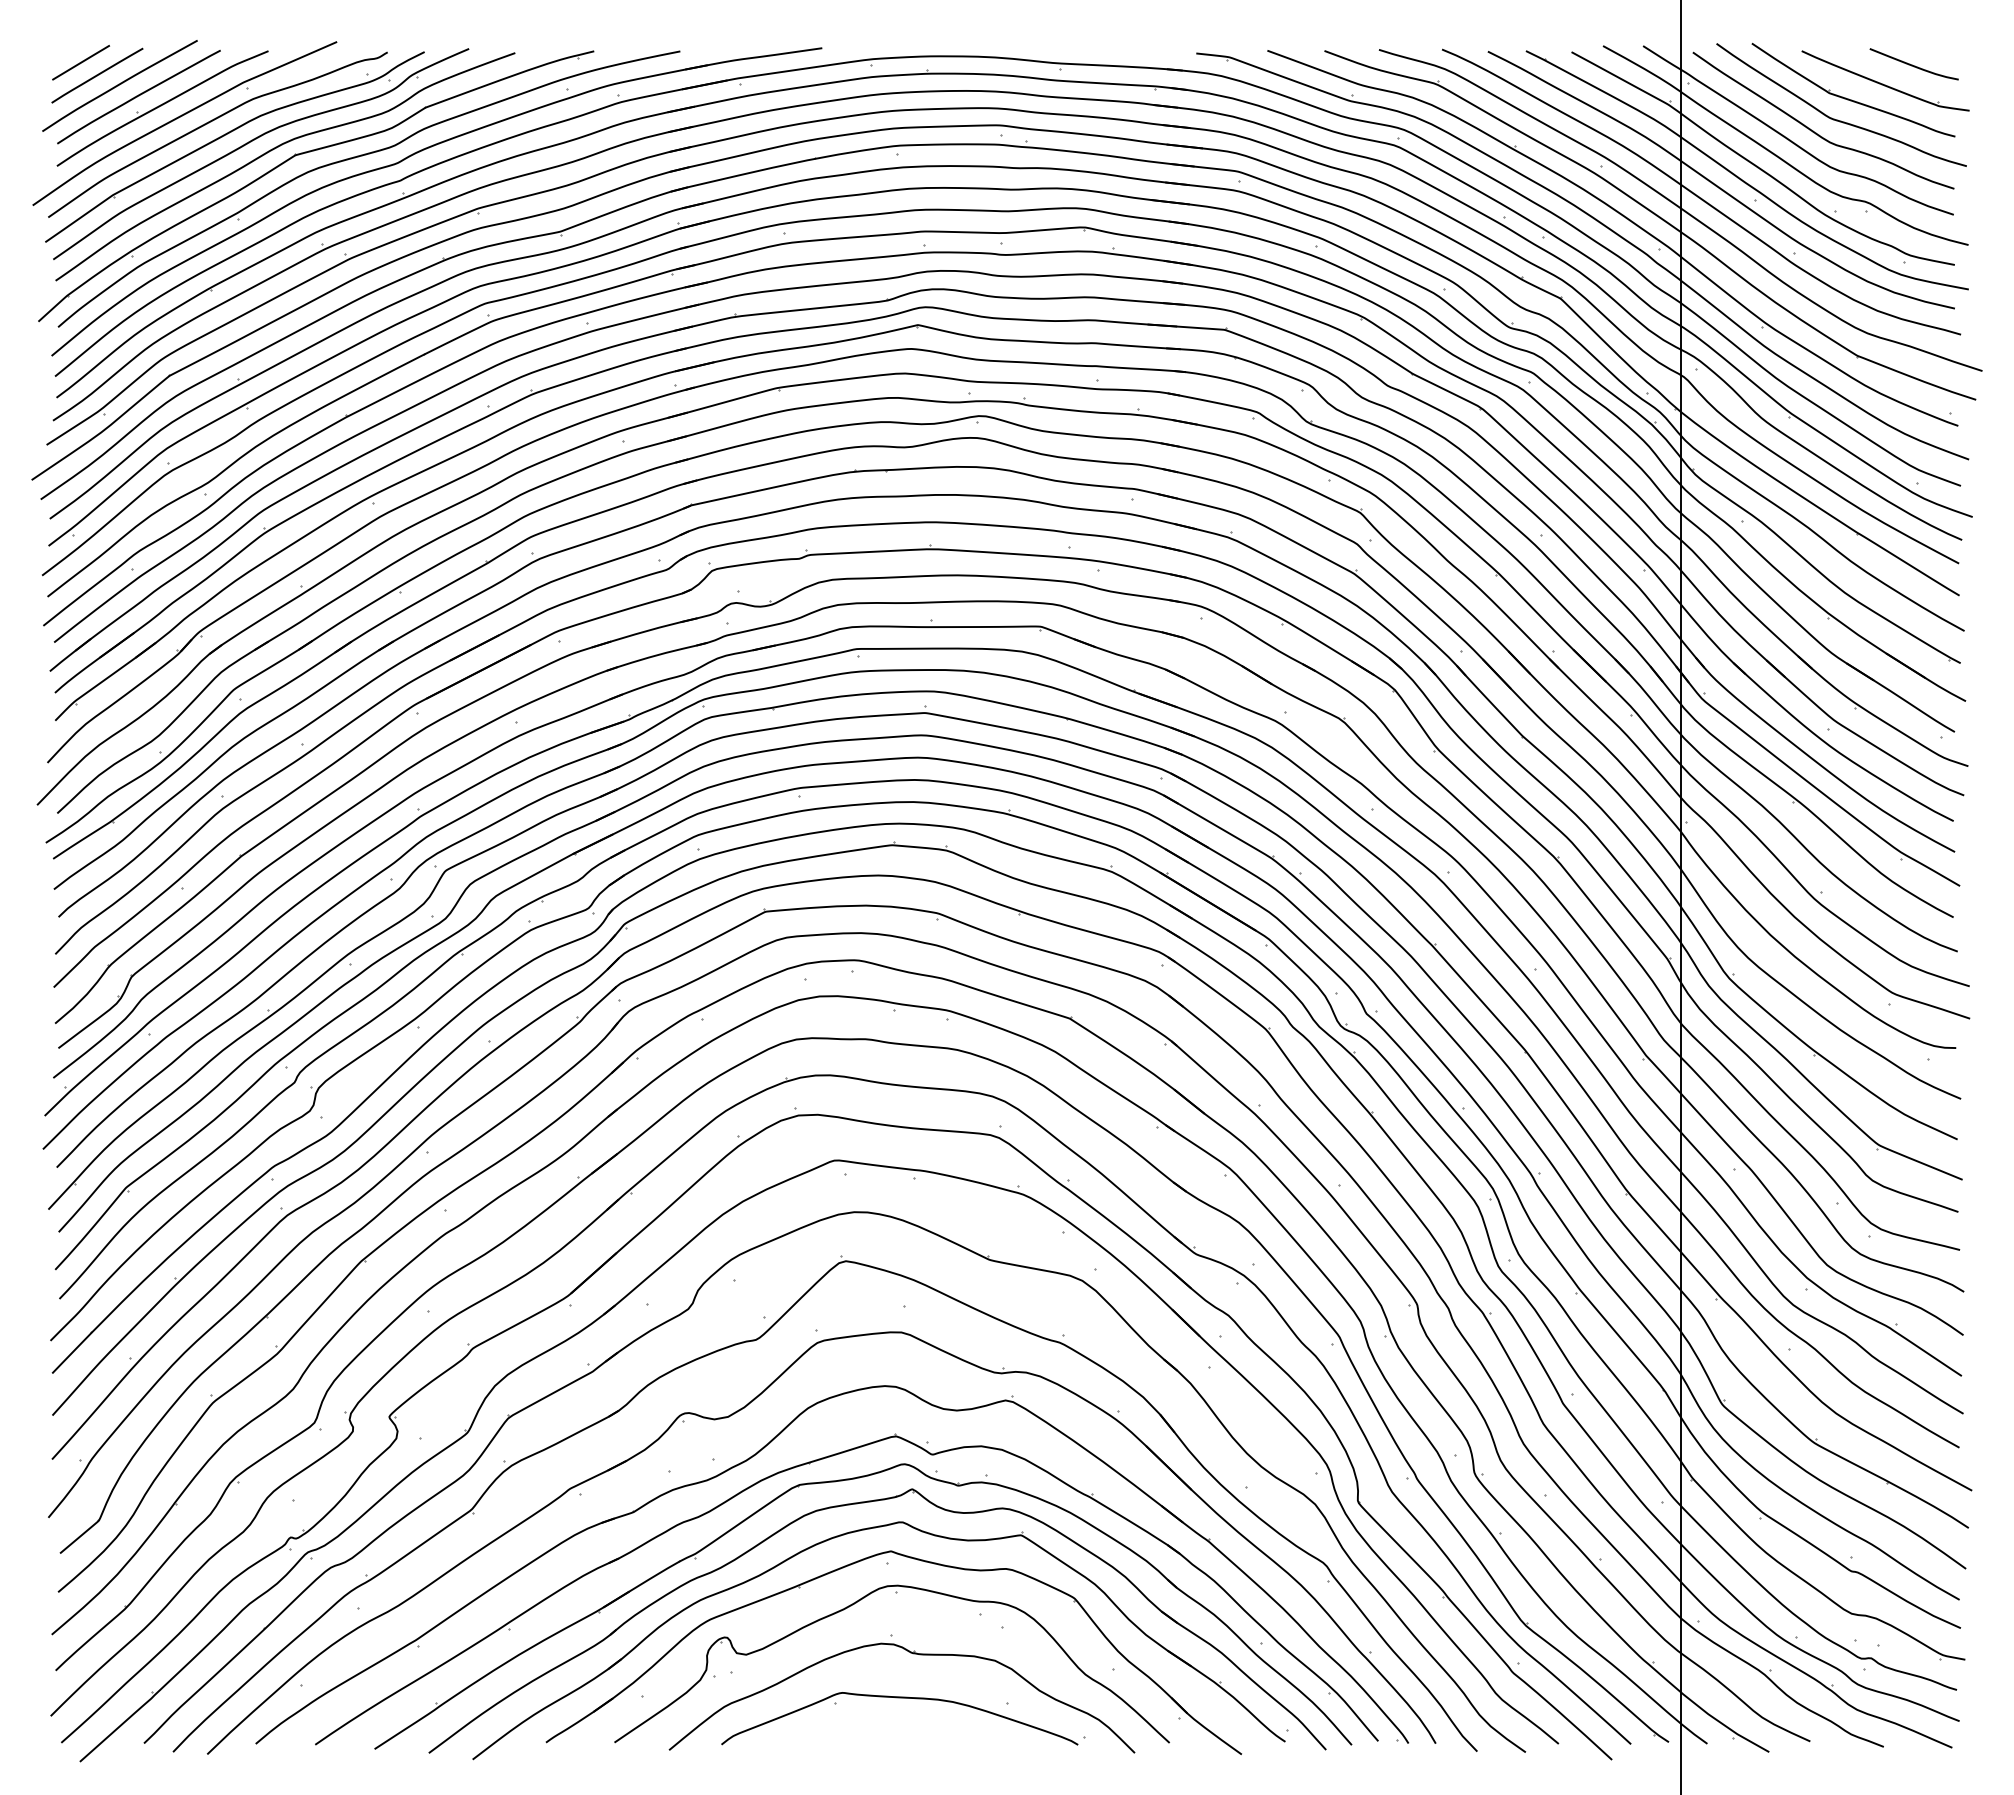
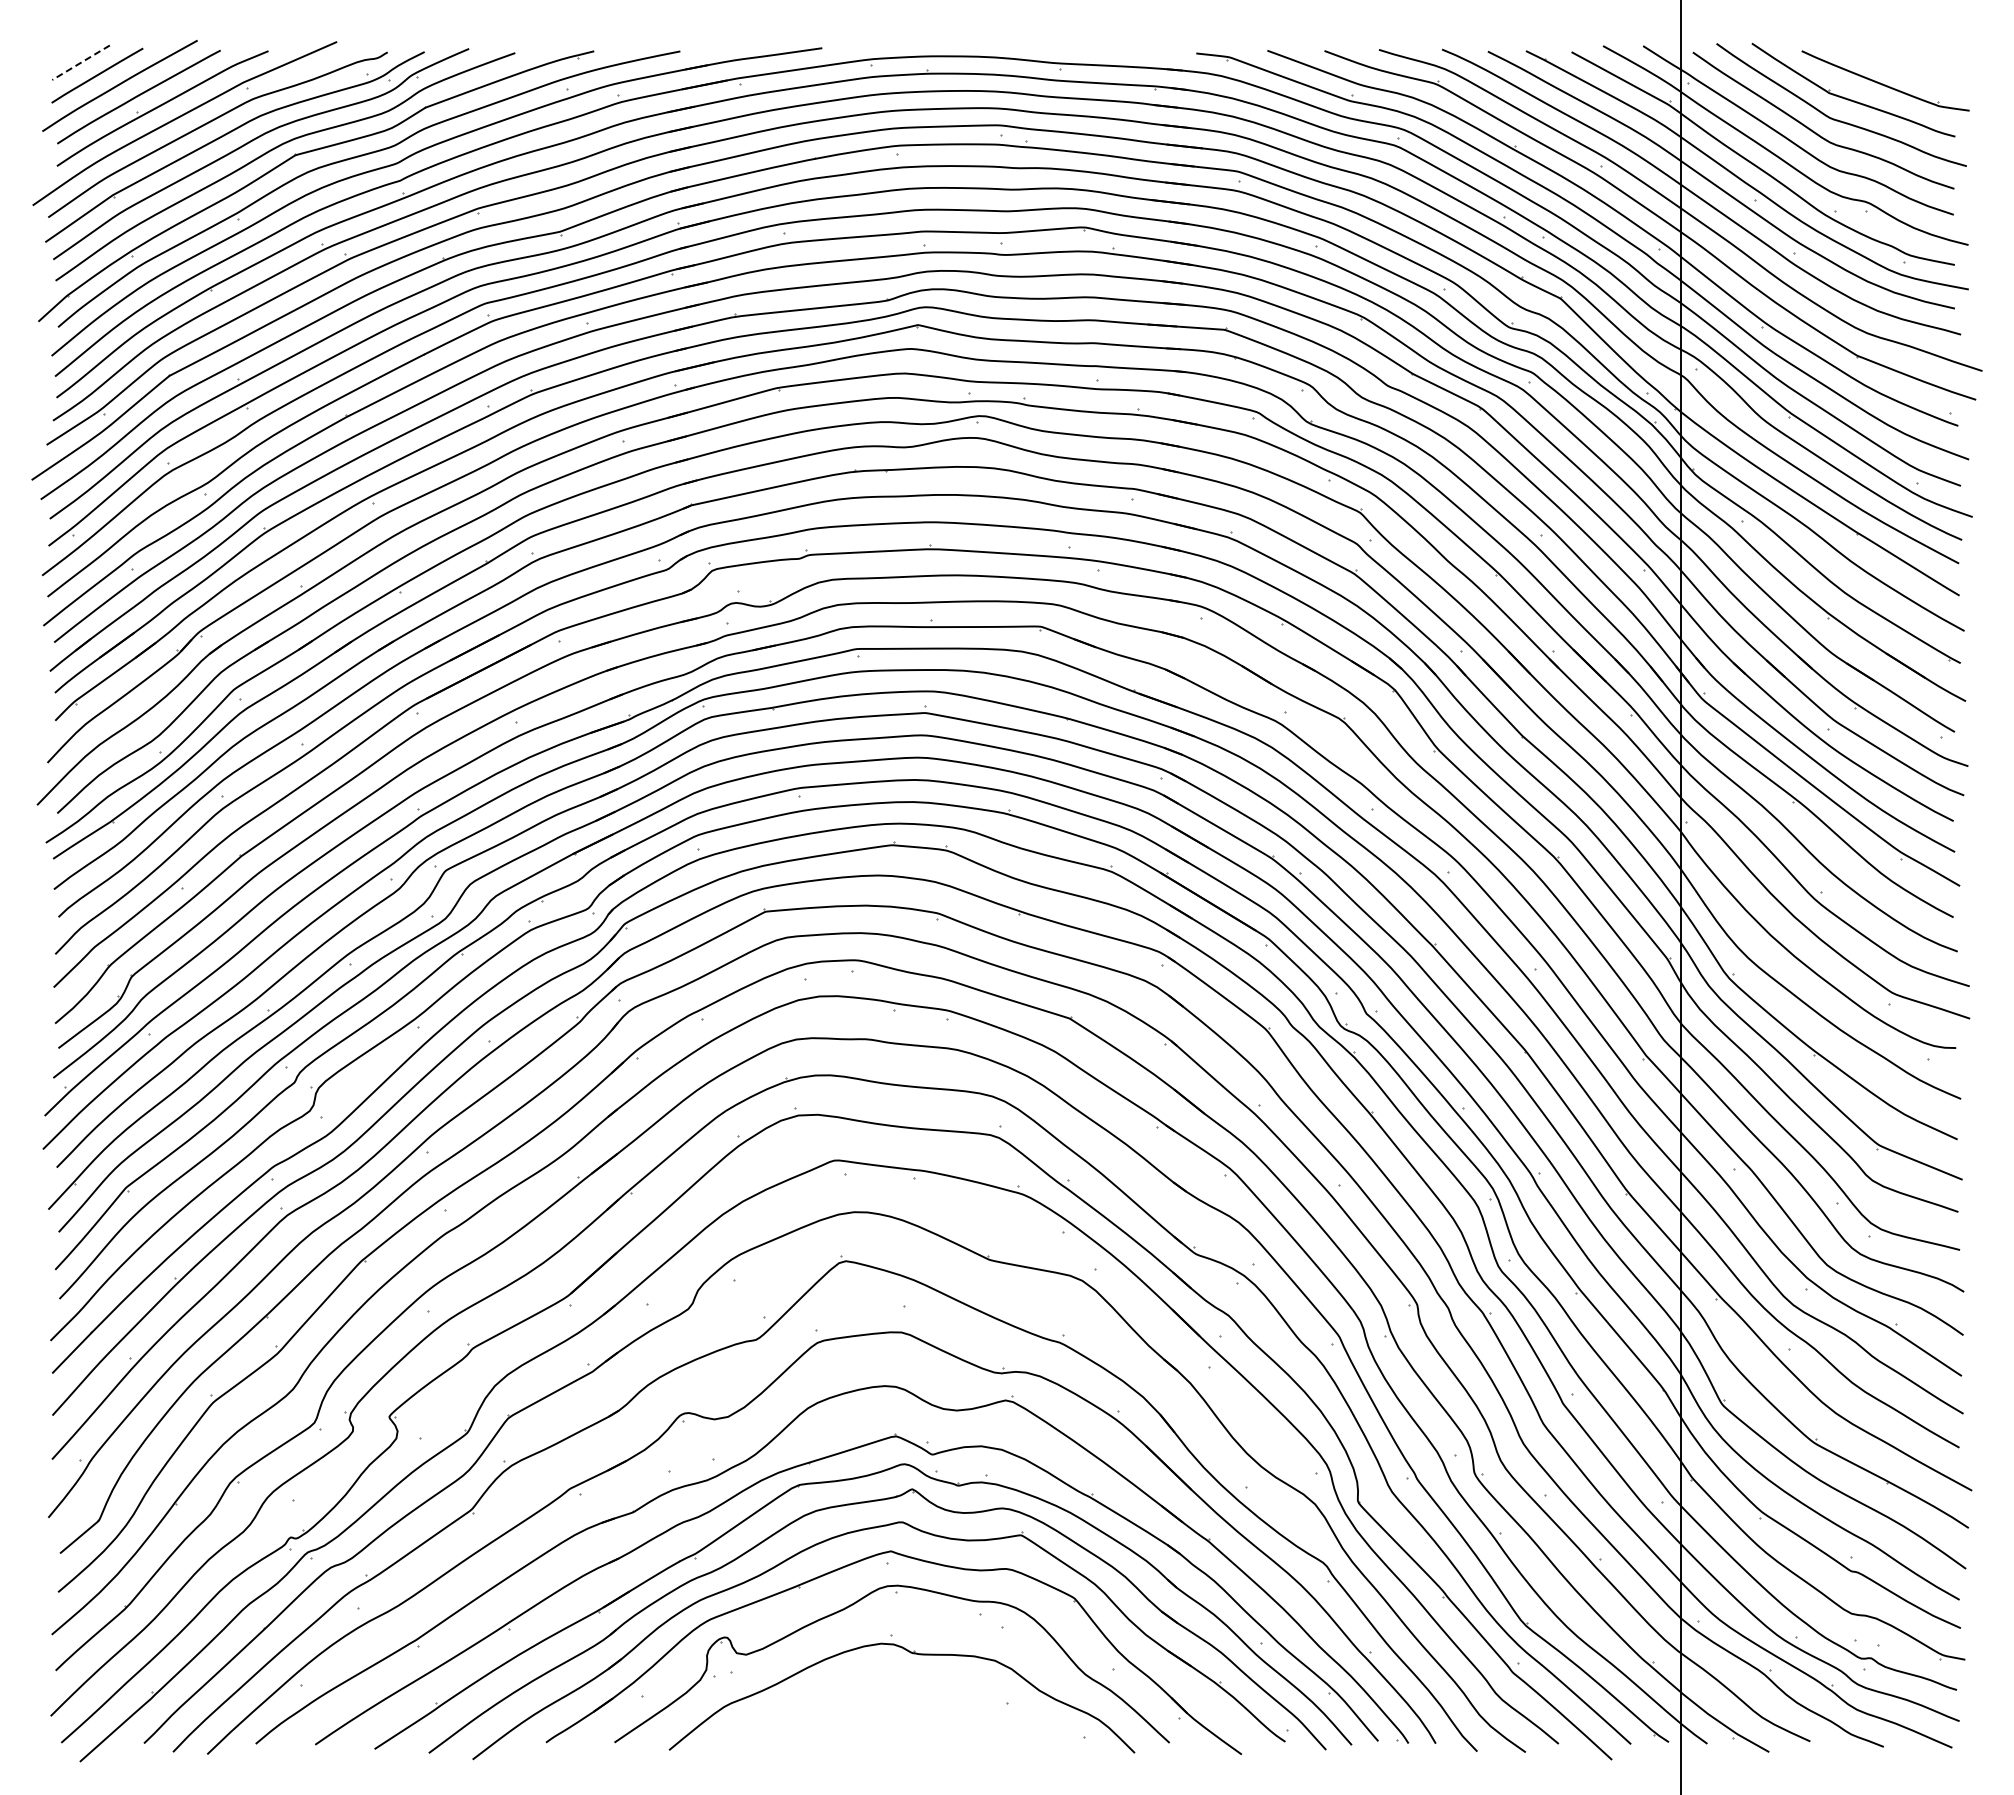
line at (81, 62): solid -> dashed
curve at (1912, 64): present -> none
part at (899, 1698): present -> none
